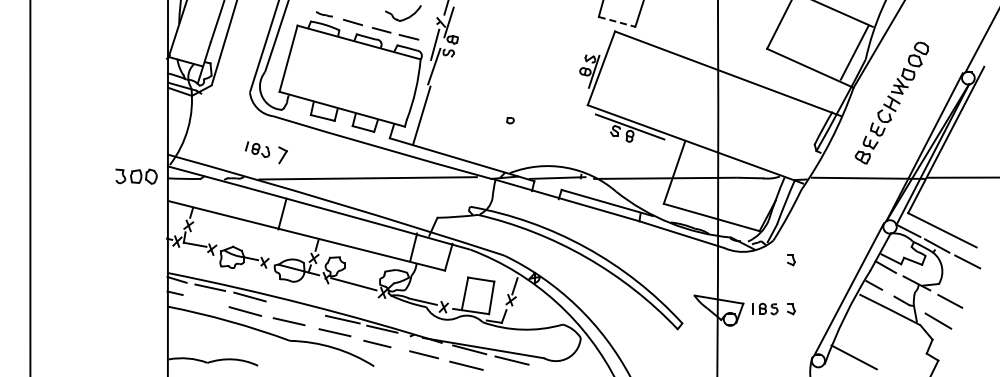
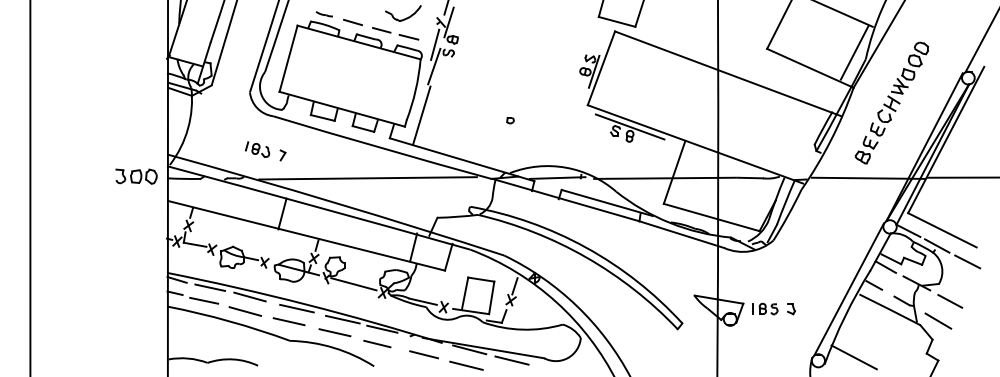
line at (617, 21): dashed -> solid
part at (282, 155) size: 10x19 px -> 8x13 px
part at (791, 260): present -> none
line at (204, 300): none -> present
line at (296, 308): none -> present
